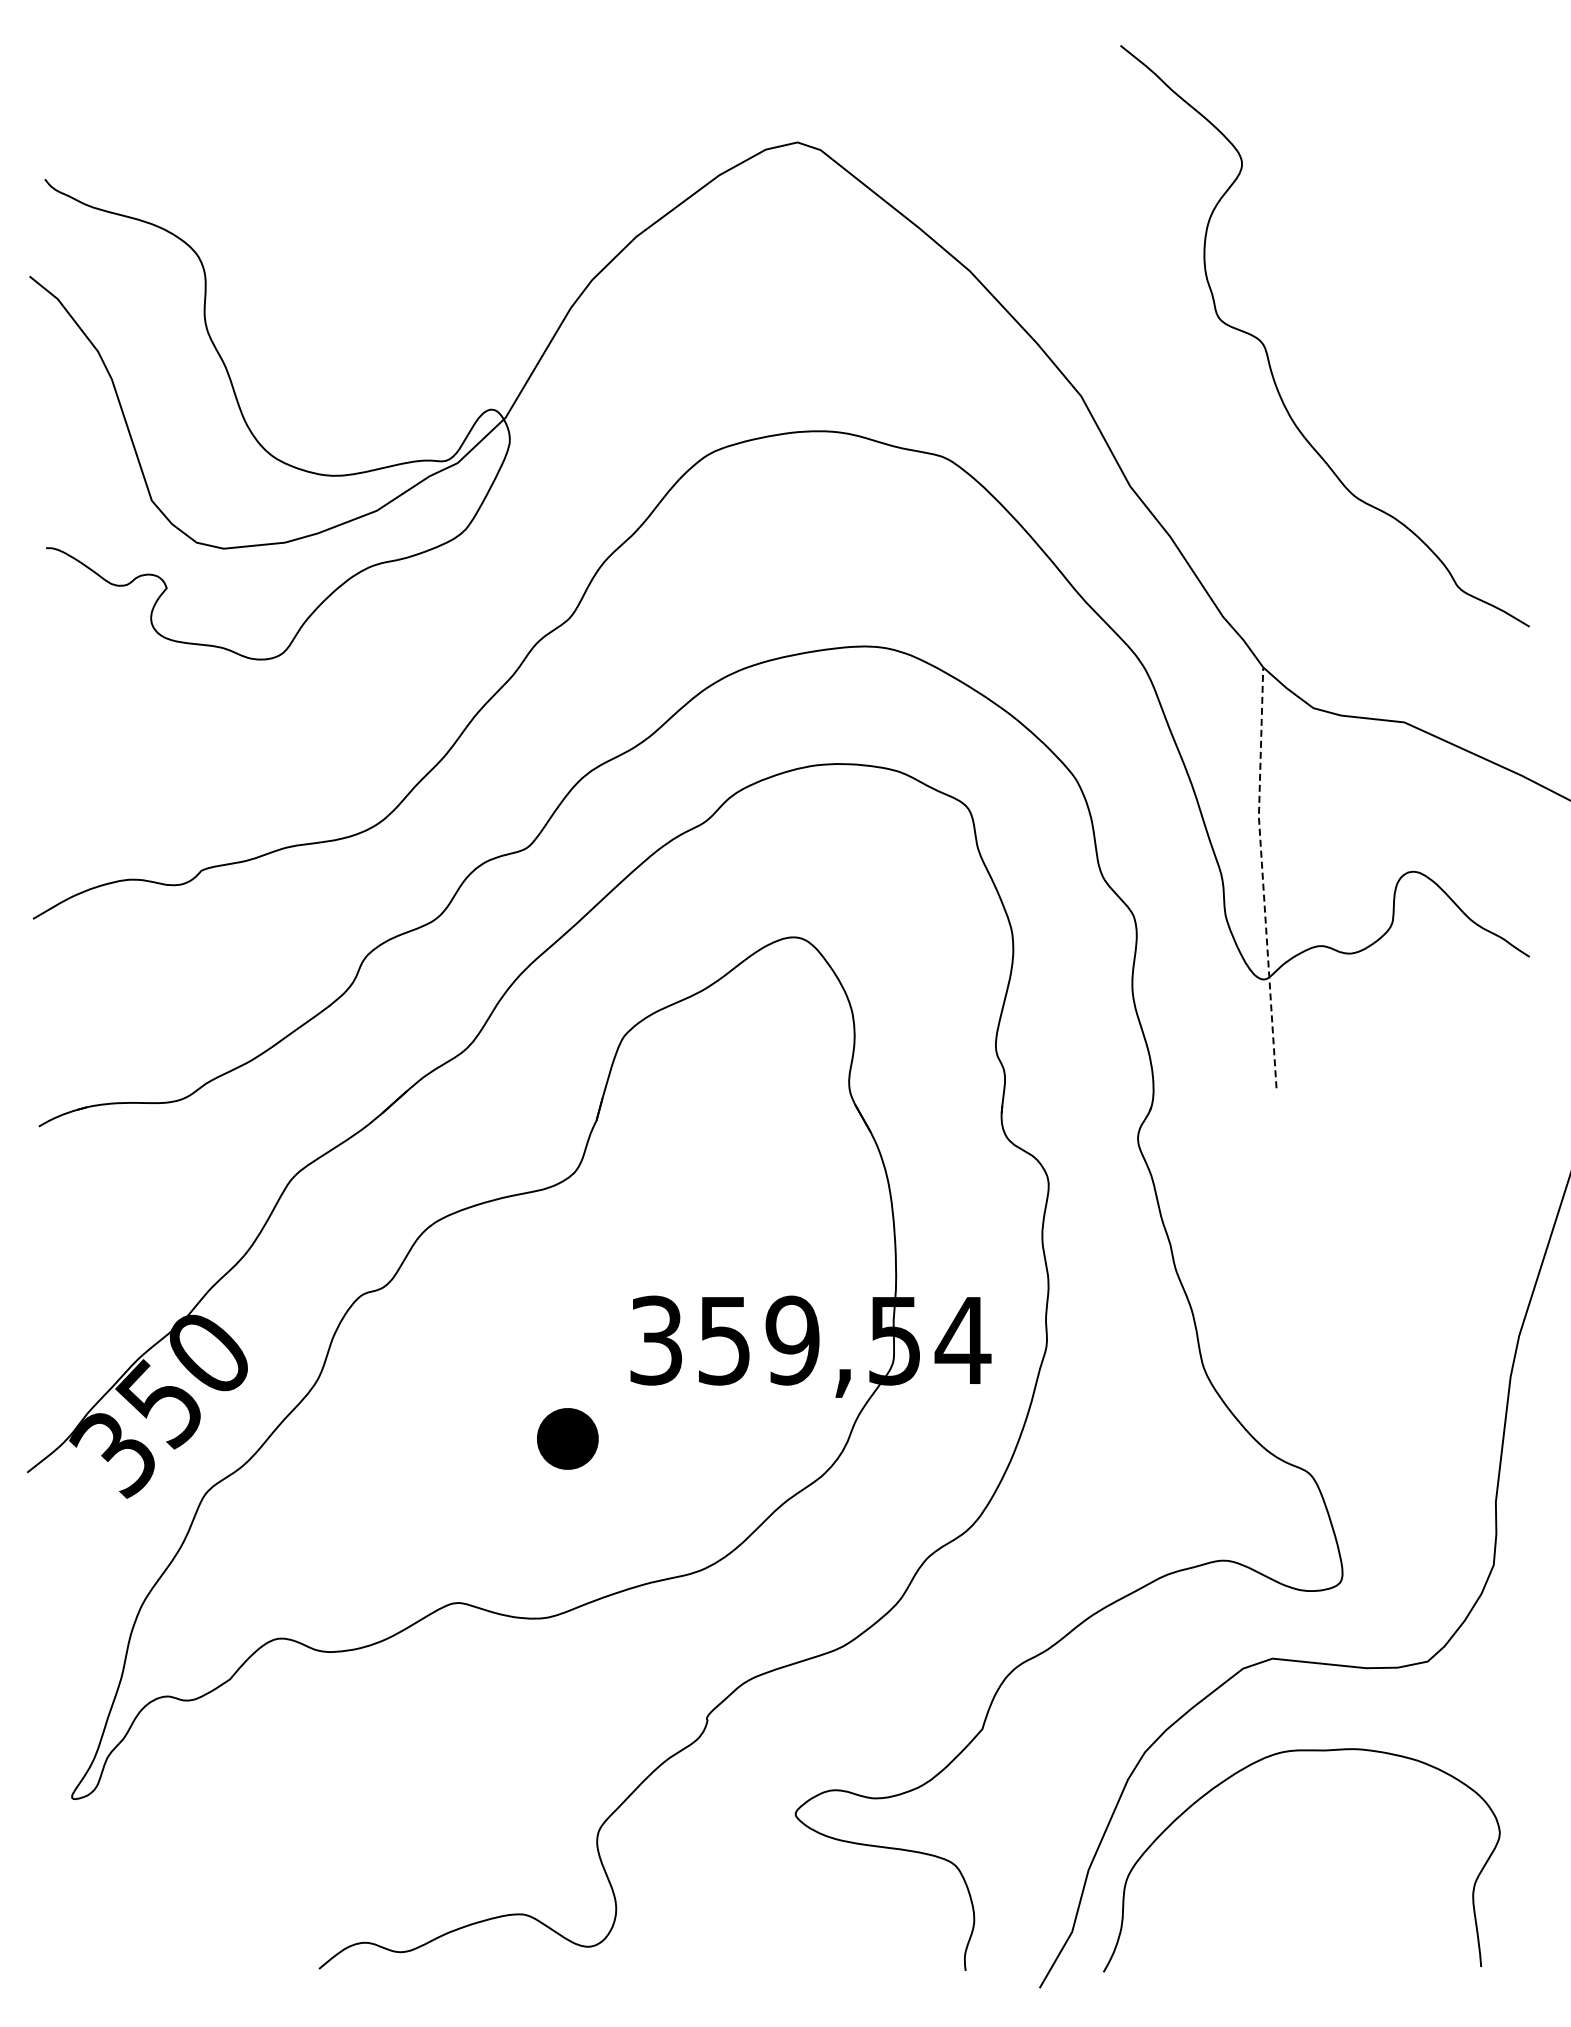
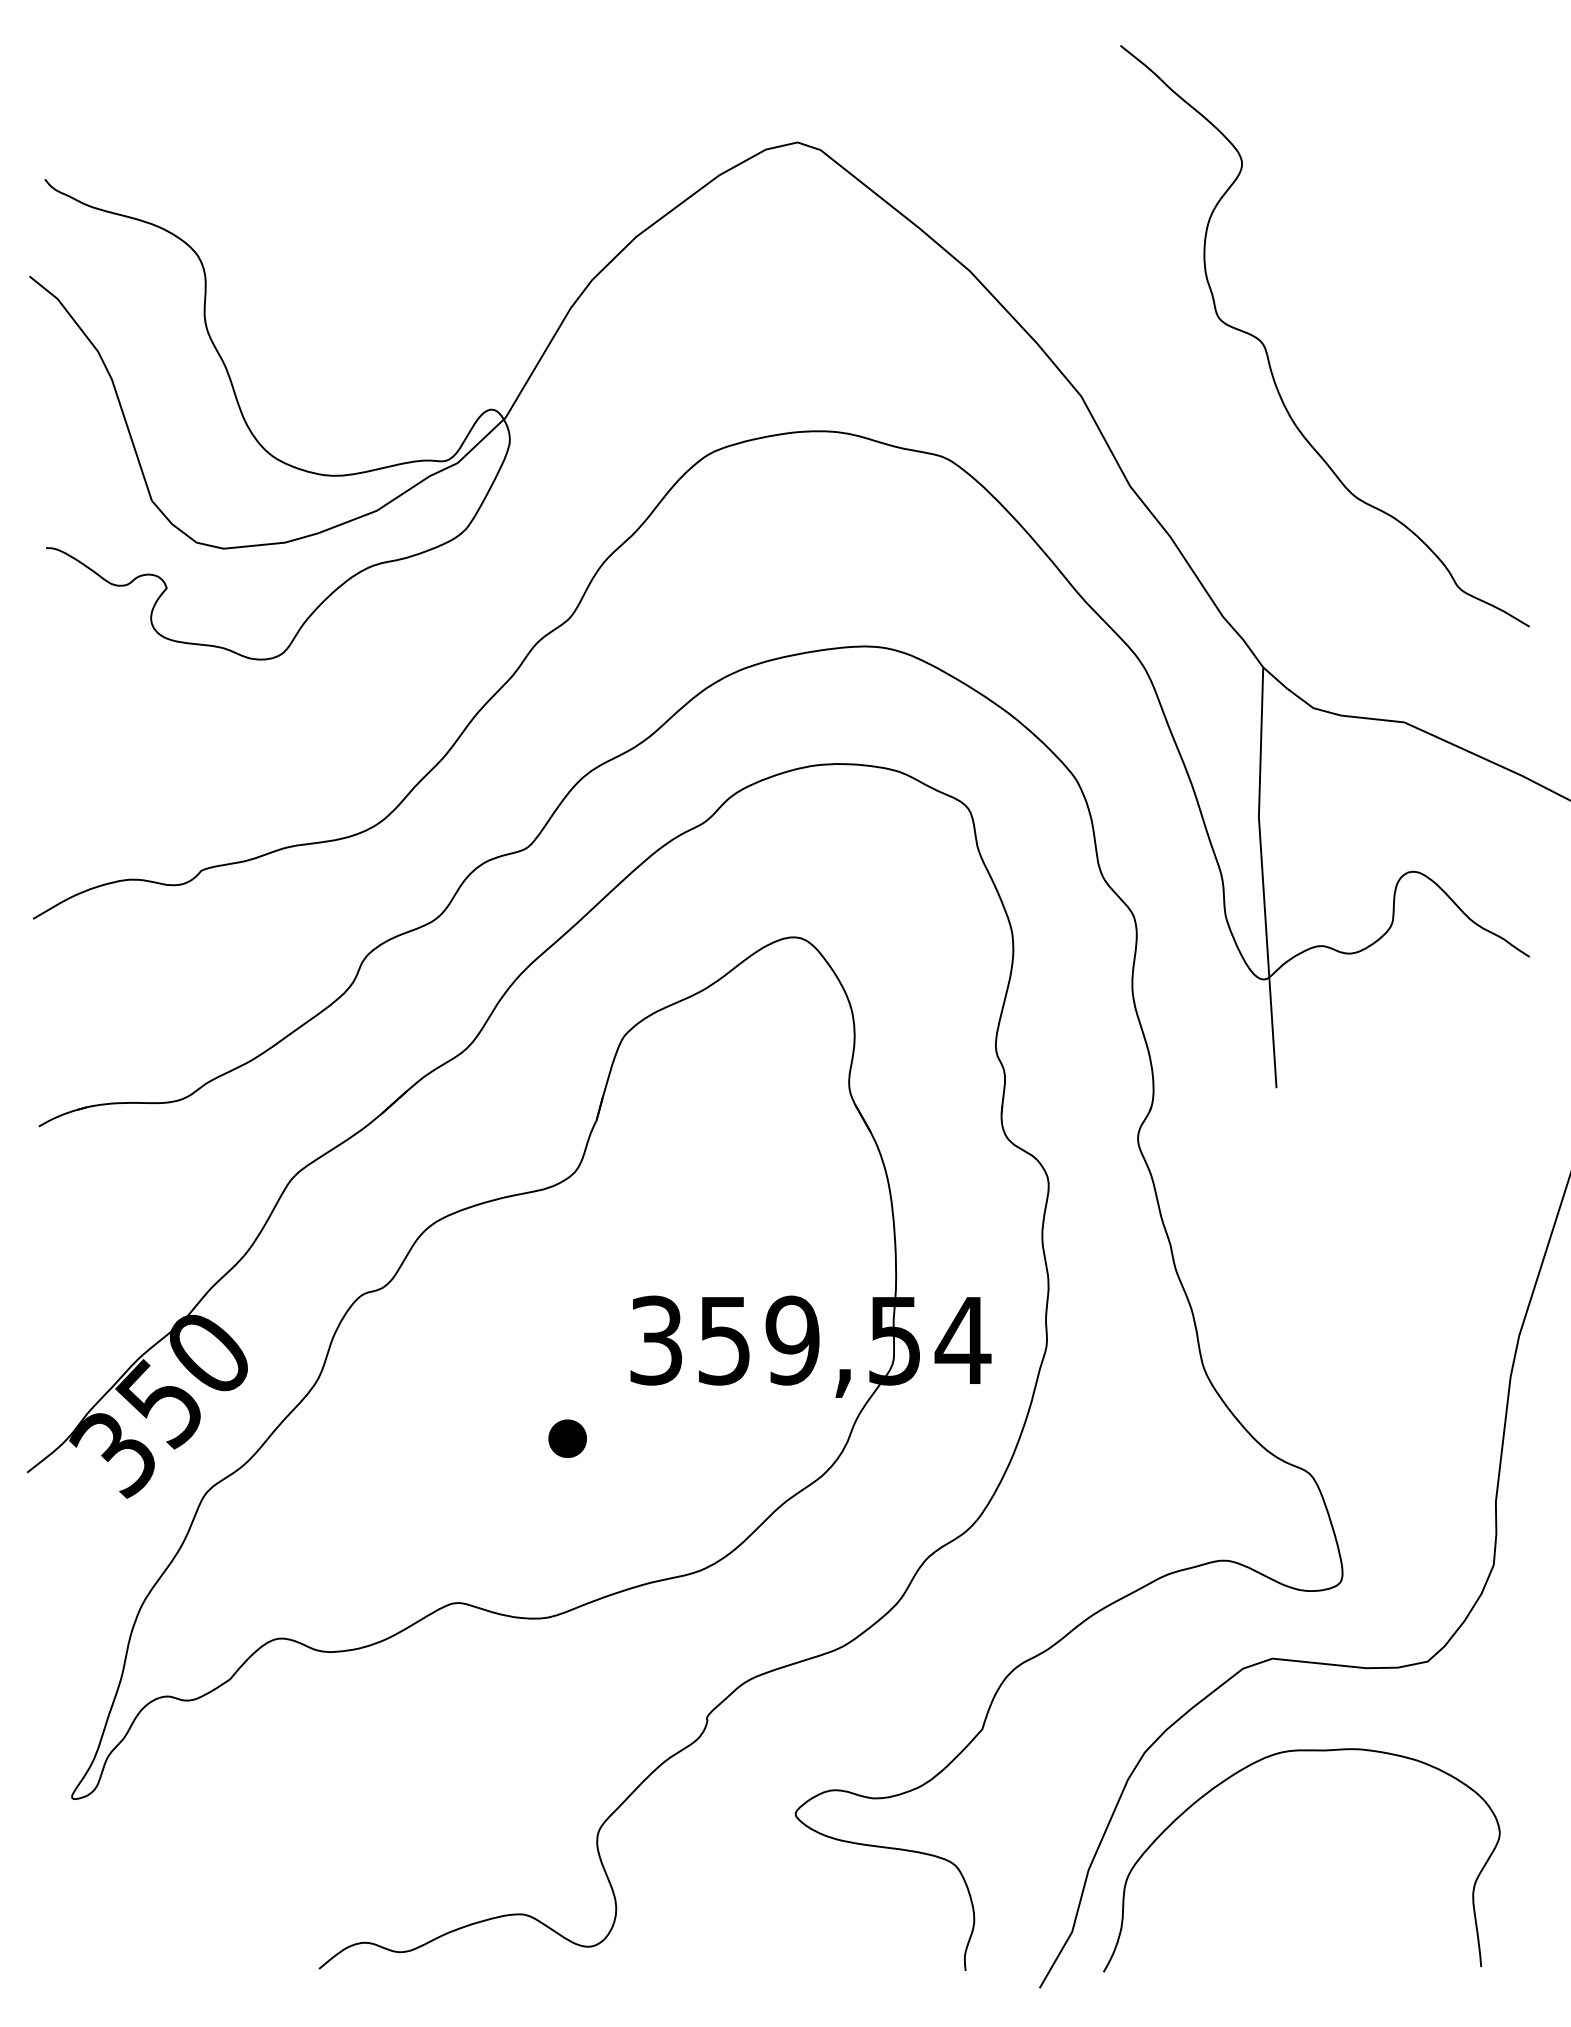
line at (1262, 877): dashed -> solid
part at (567, 1438) size: 62x62 px -> 39x39 px
